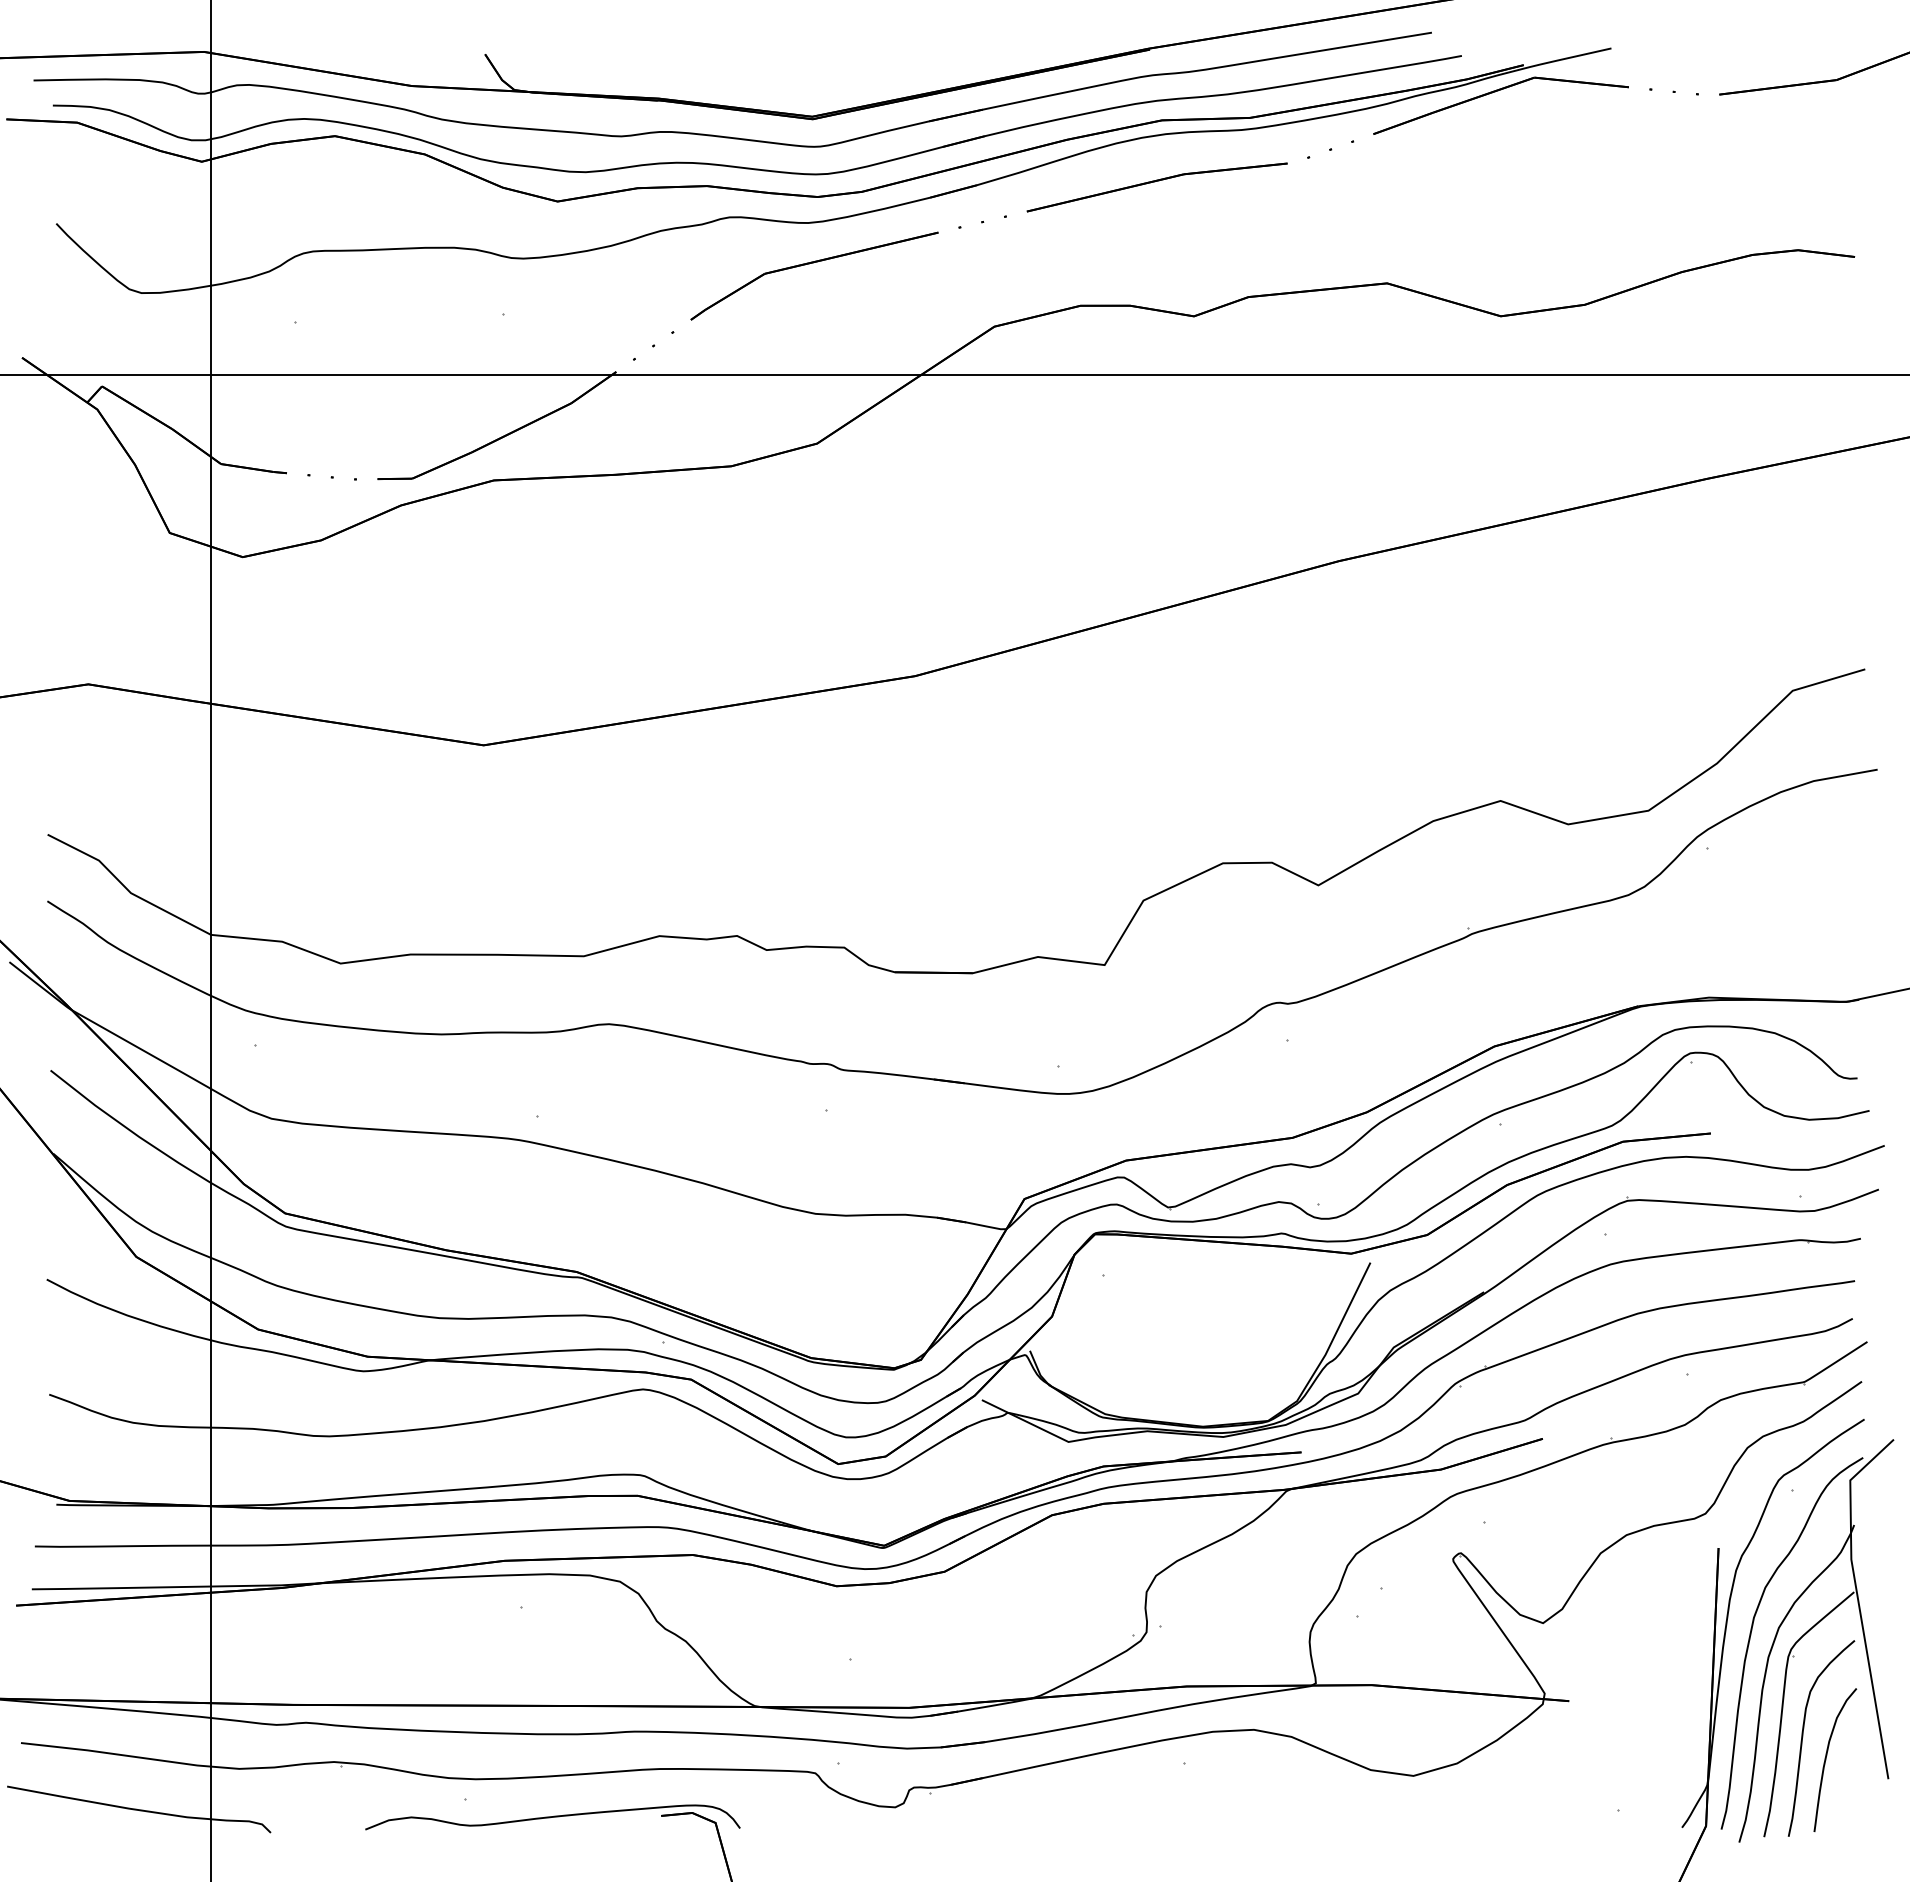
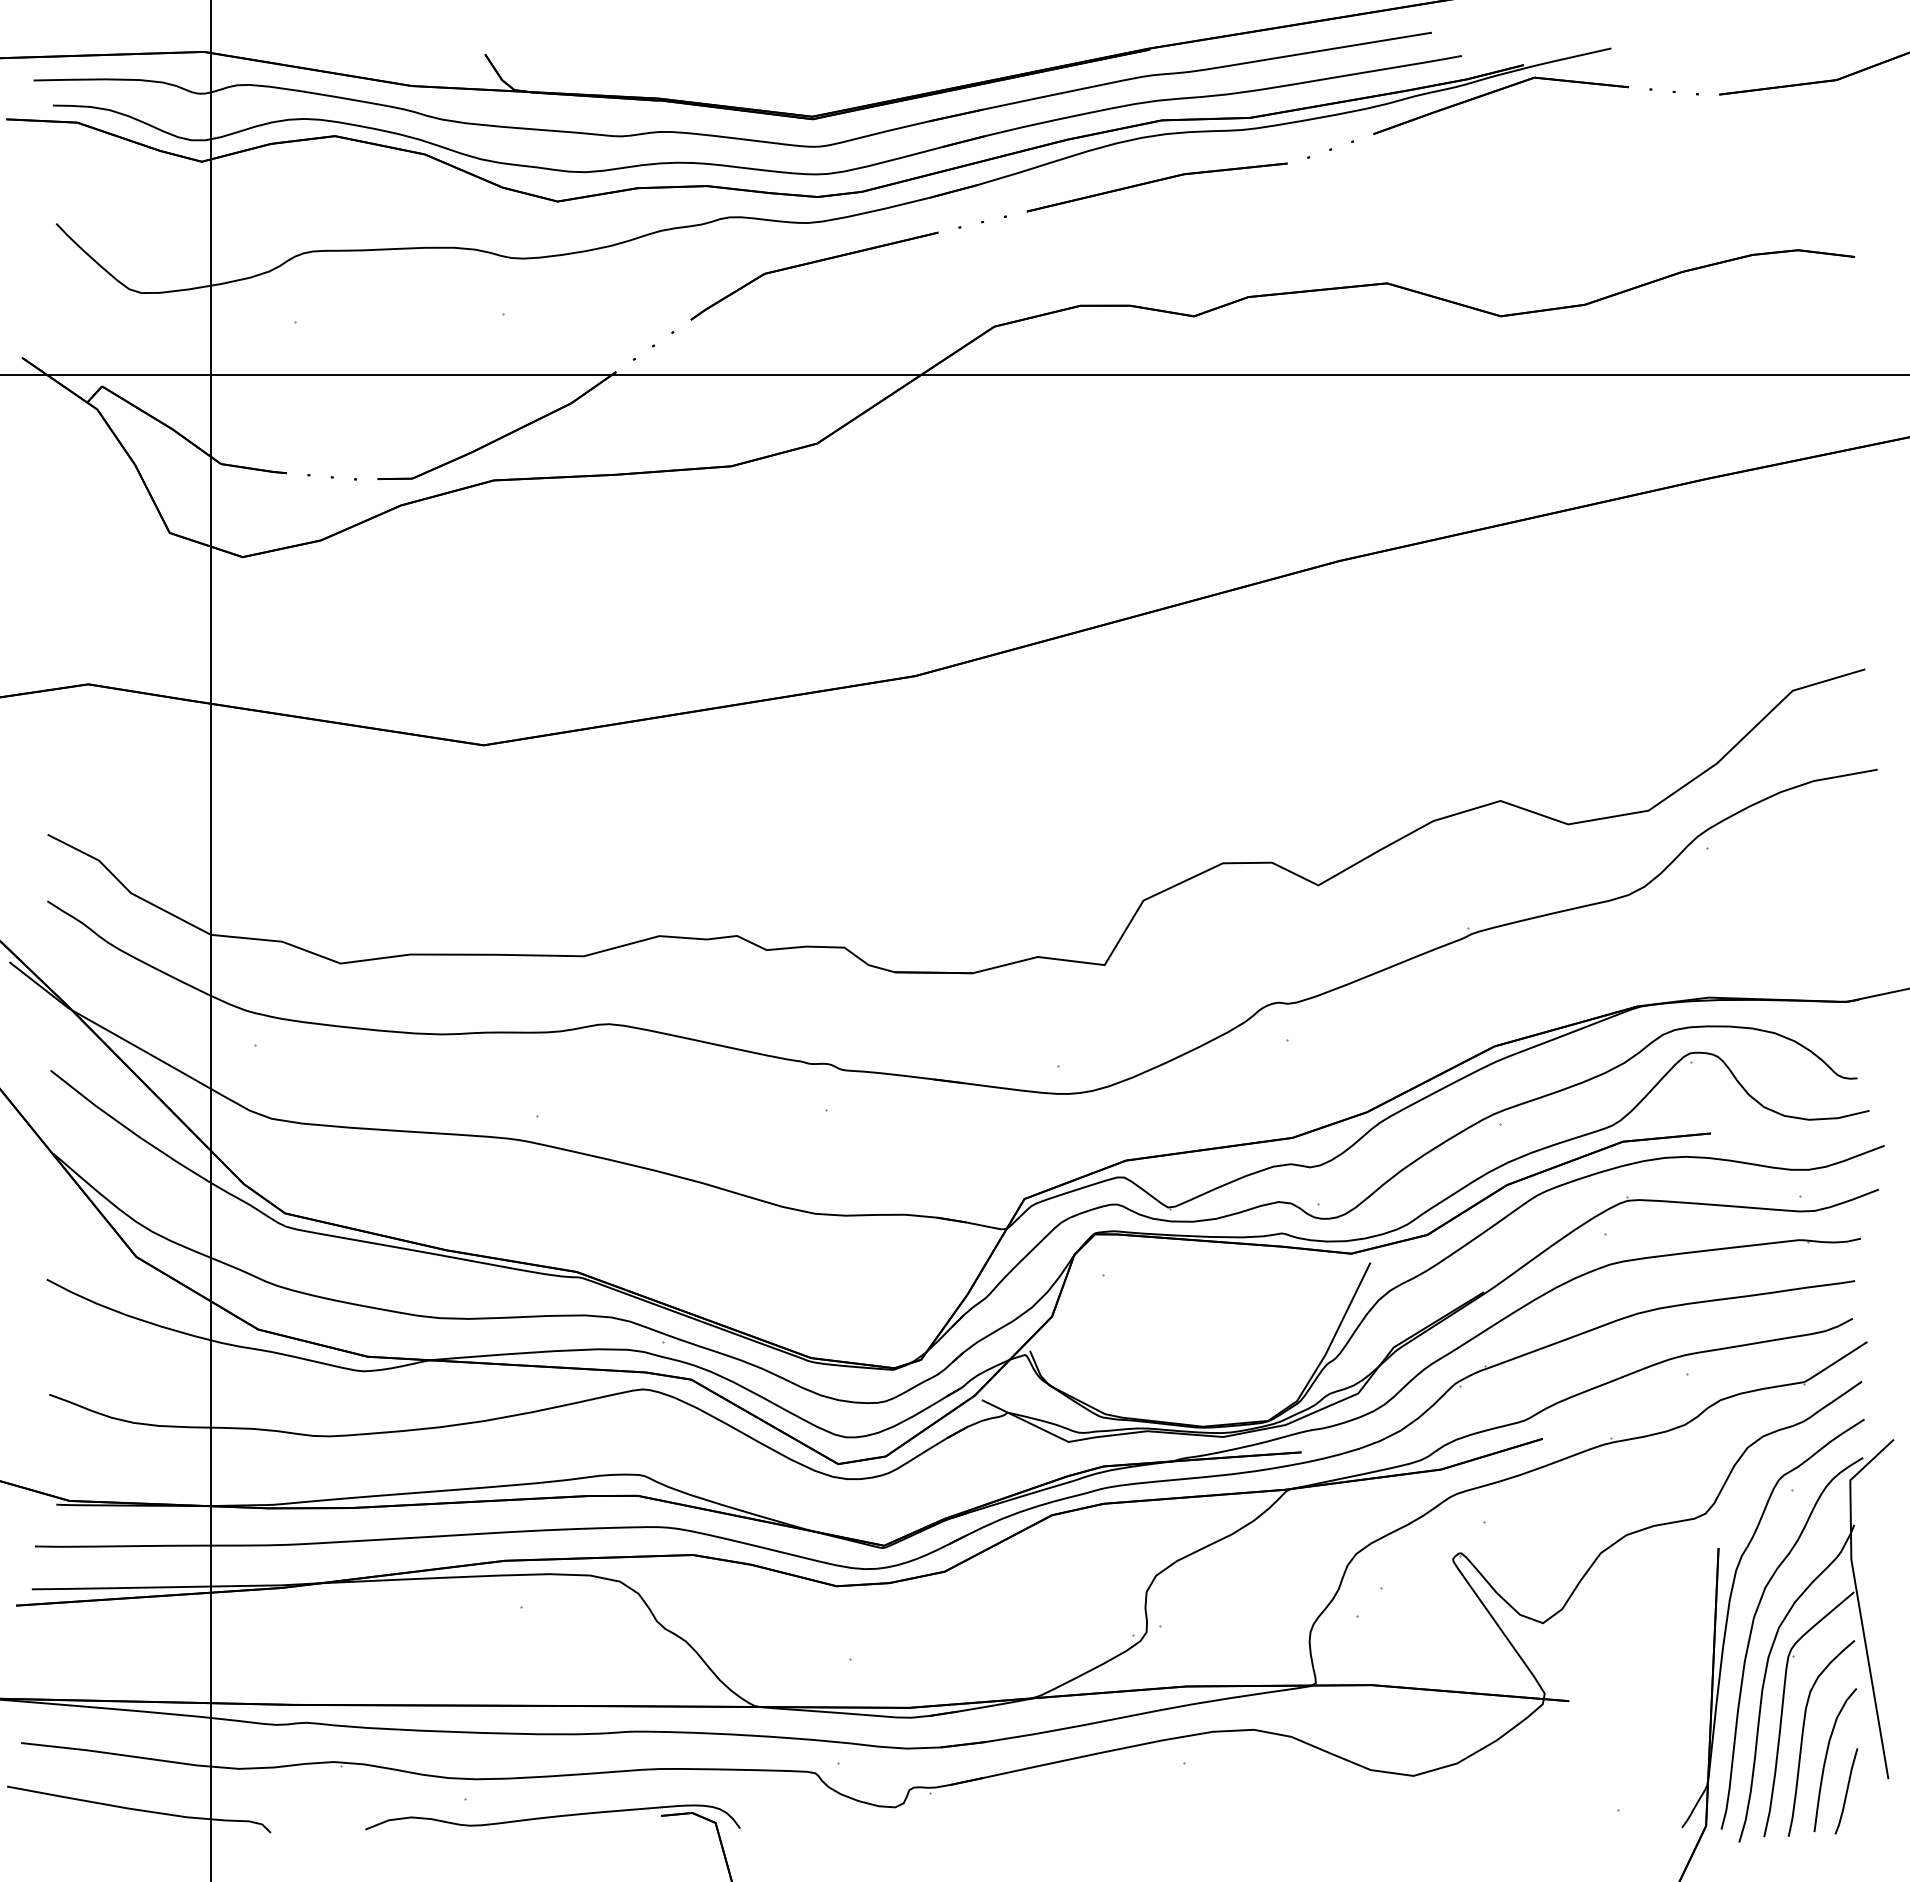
line at (1846, 1791): none -> present
